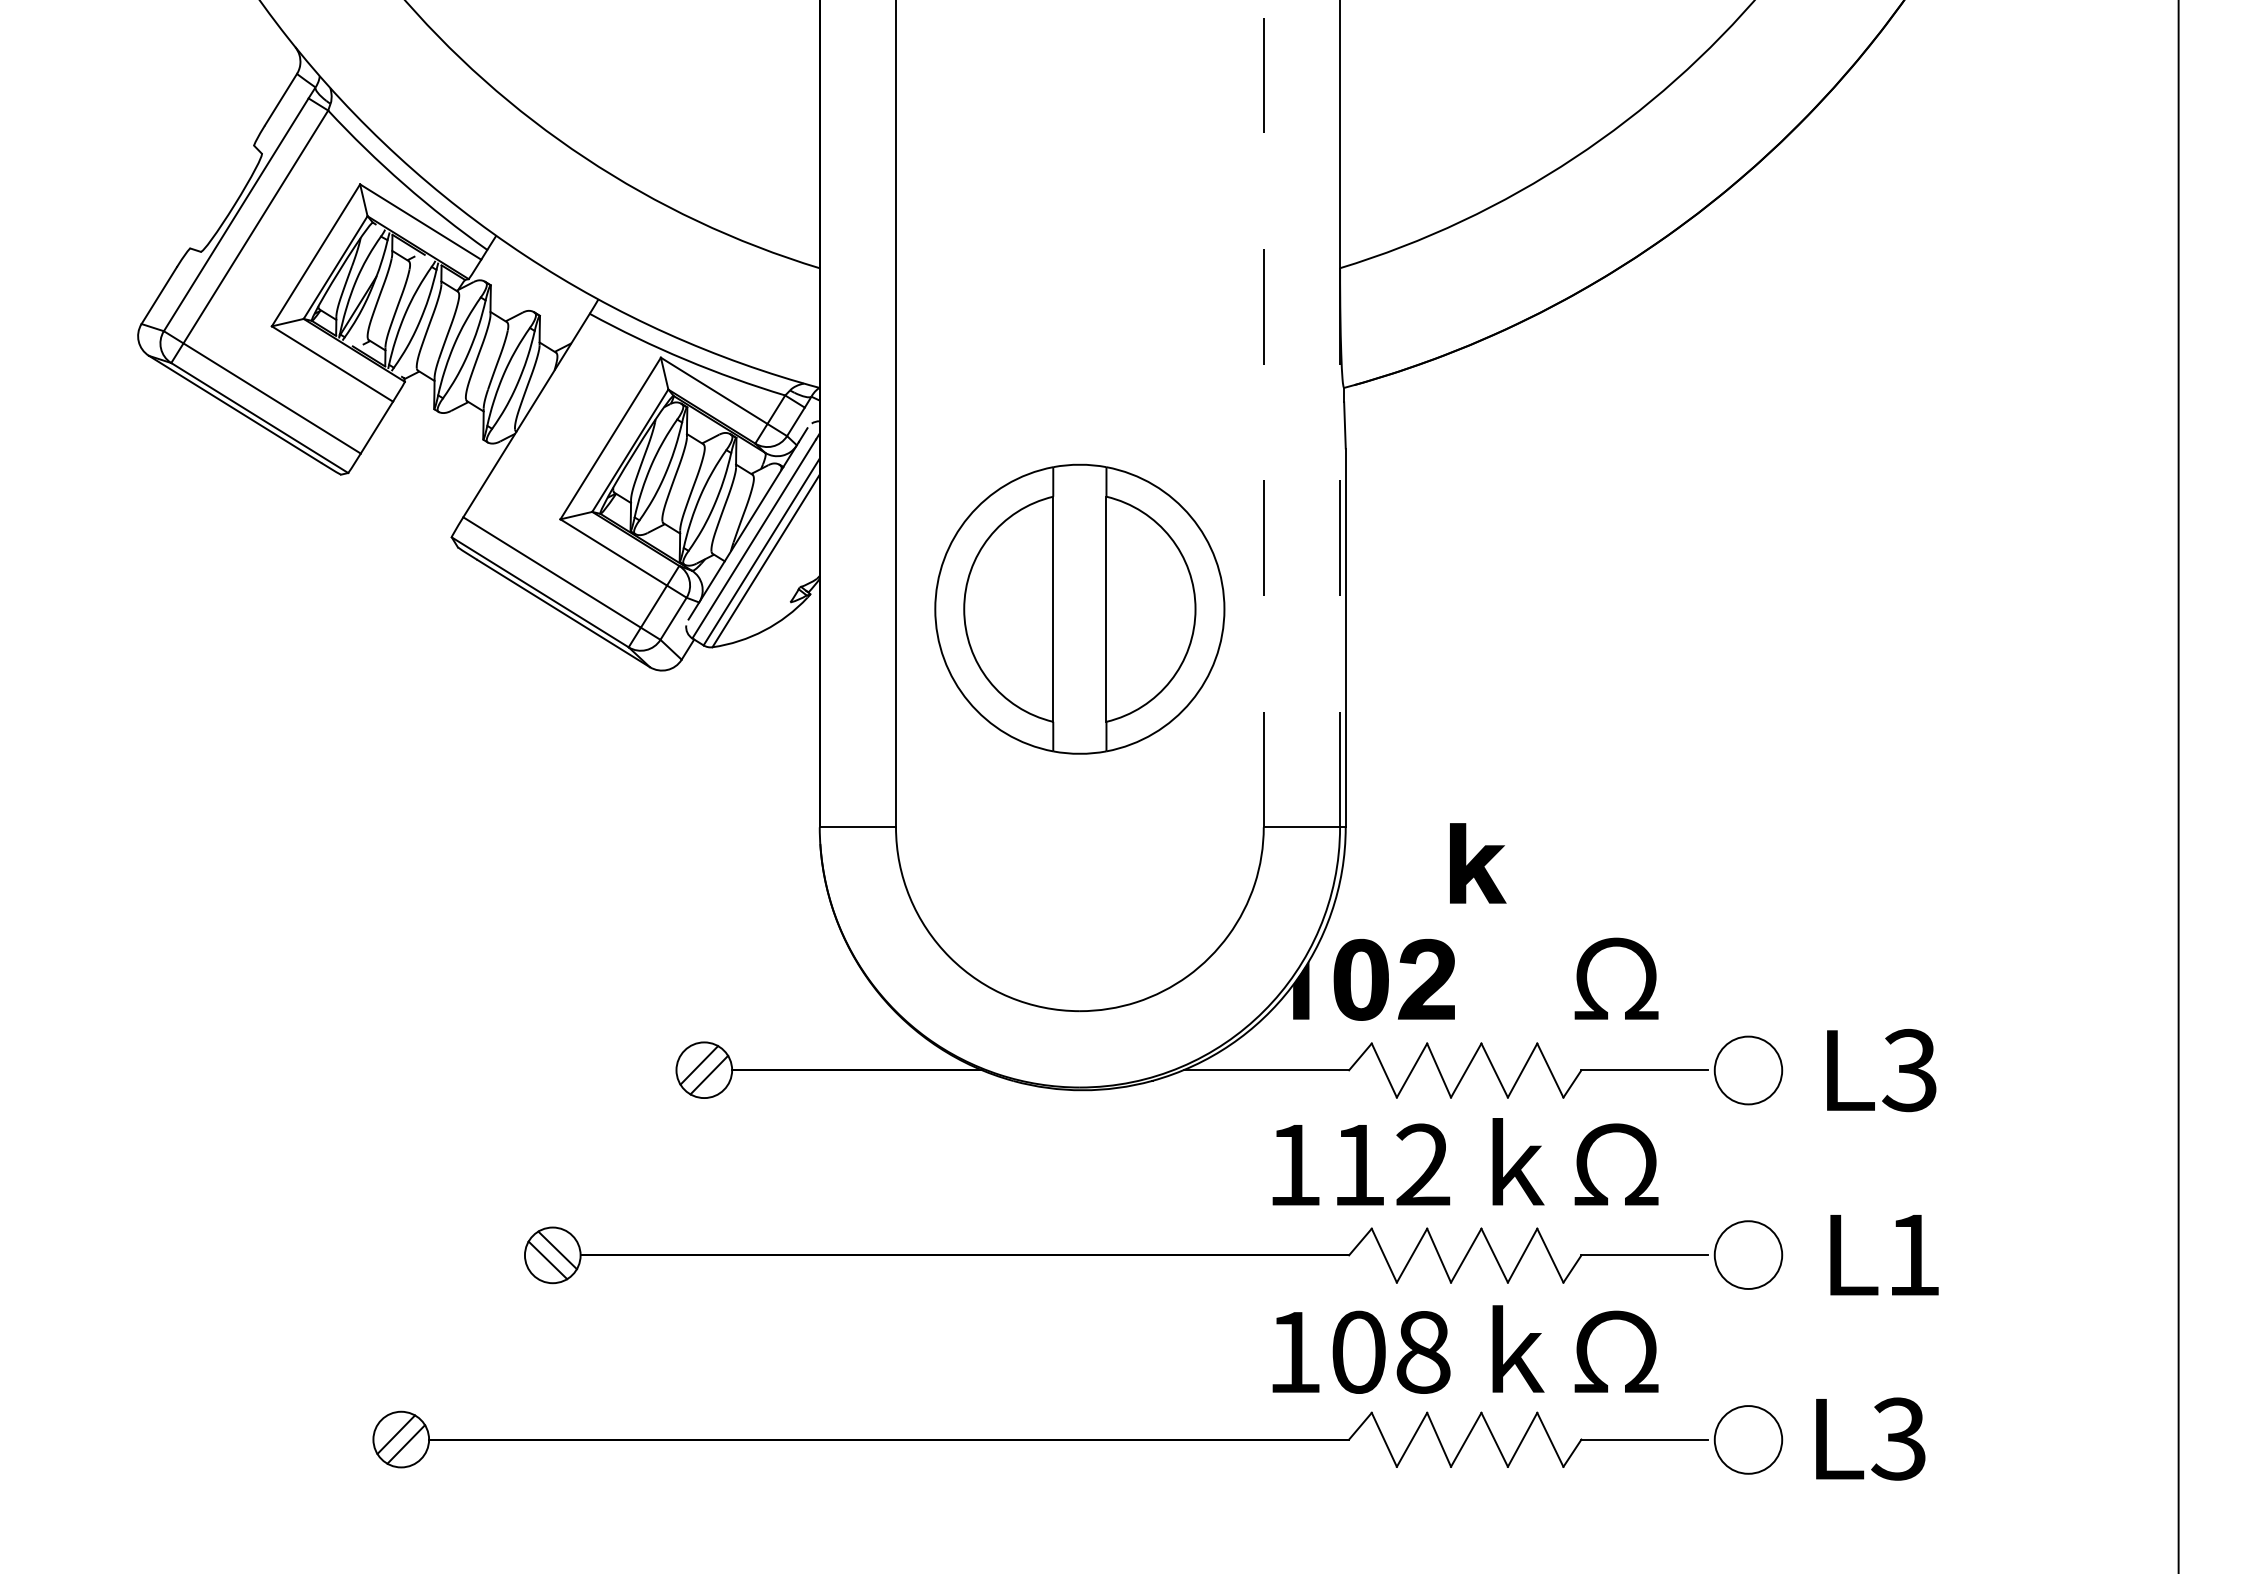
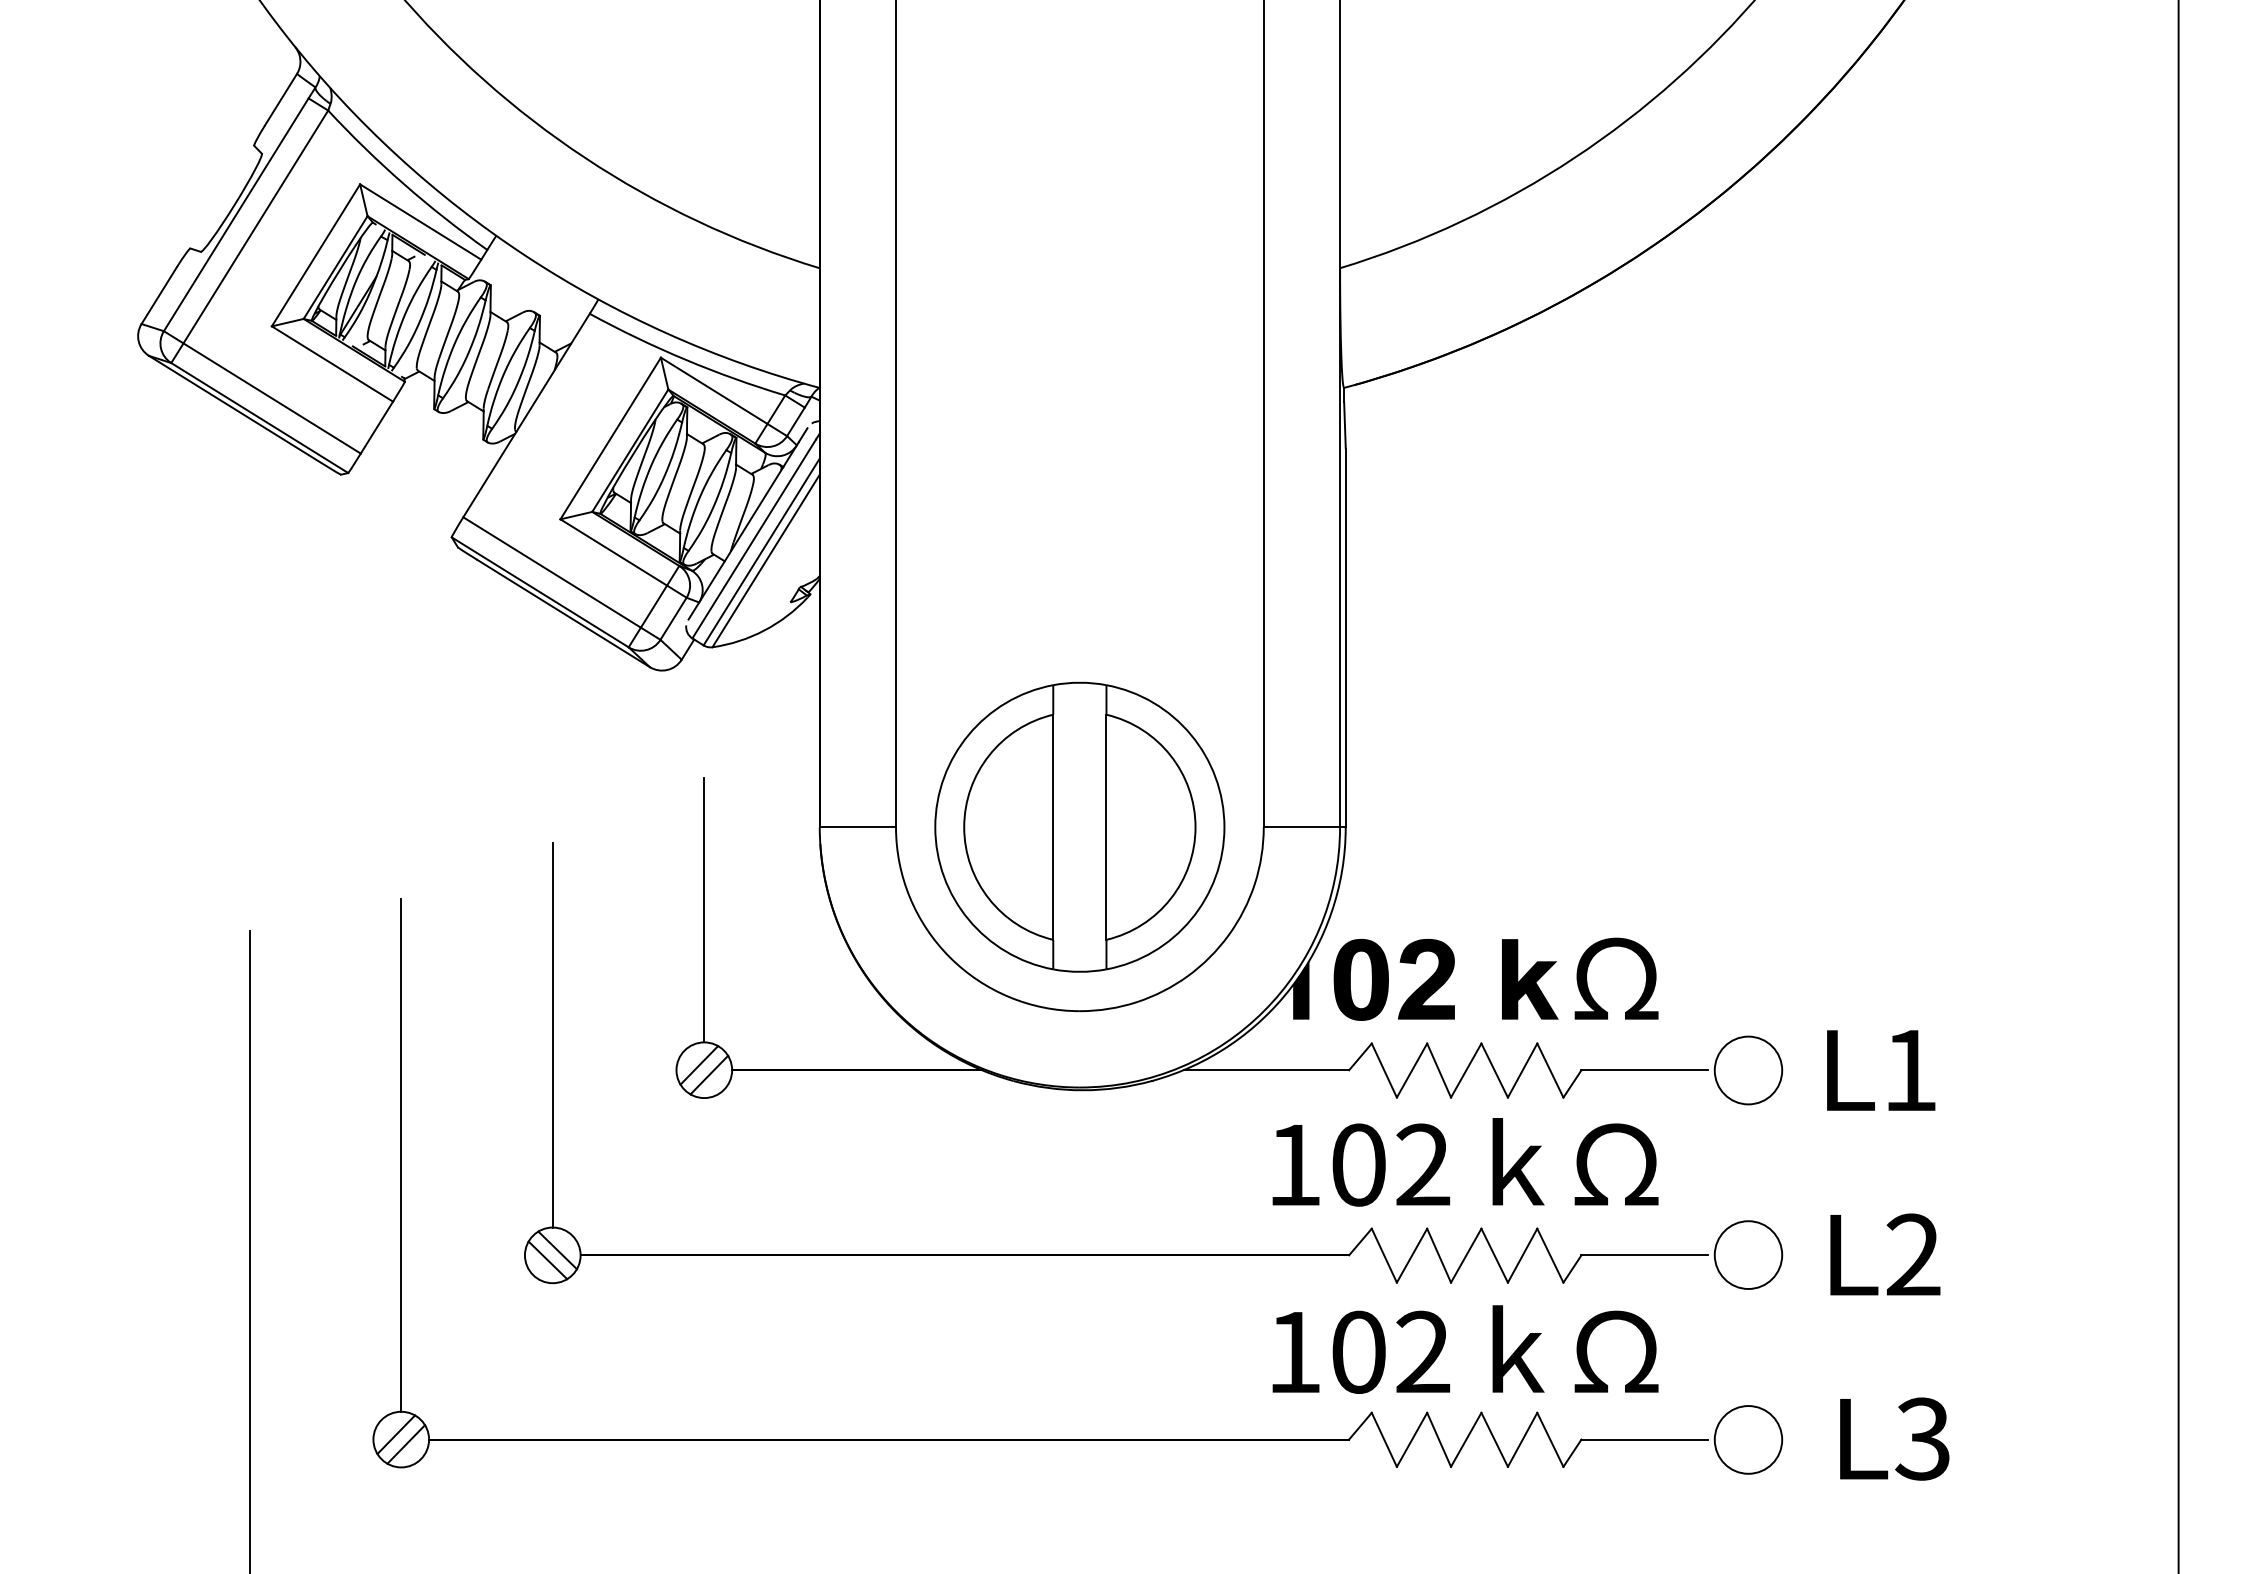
line at (1263, 413): dashed -> solid
line at (1340, 547): dashed -> solid
part at (1079, 608) position: (1079, 608) -> (1079, 826)
part at (1478, 863) position: (1478, 863) -> (1530, 979)
line at (704, 909): none -> present
line at (552, 1035): none -> present
text at (1909, 1070): L3 -> L1
line at (401, 1154): none -> present
text at (1358, 1164): 112 -> 102
line at (249, 1250): none -> present
text at (1913, 1254): L1 -> L2
text at (1423, 1351): 108 -> 102
text at (1870, 1438) position: (1870, 1438) -> (1894, 1438)
